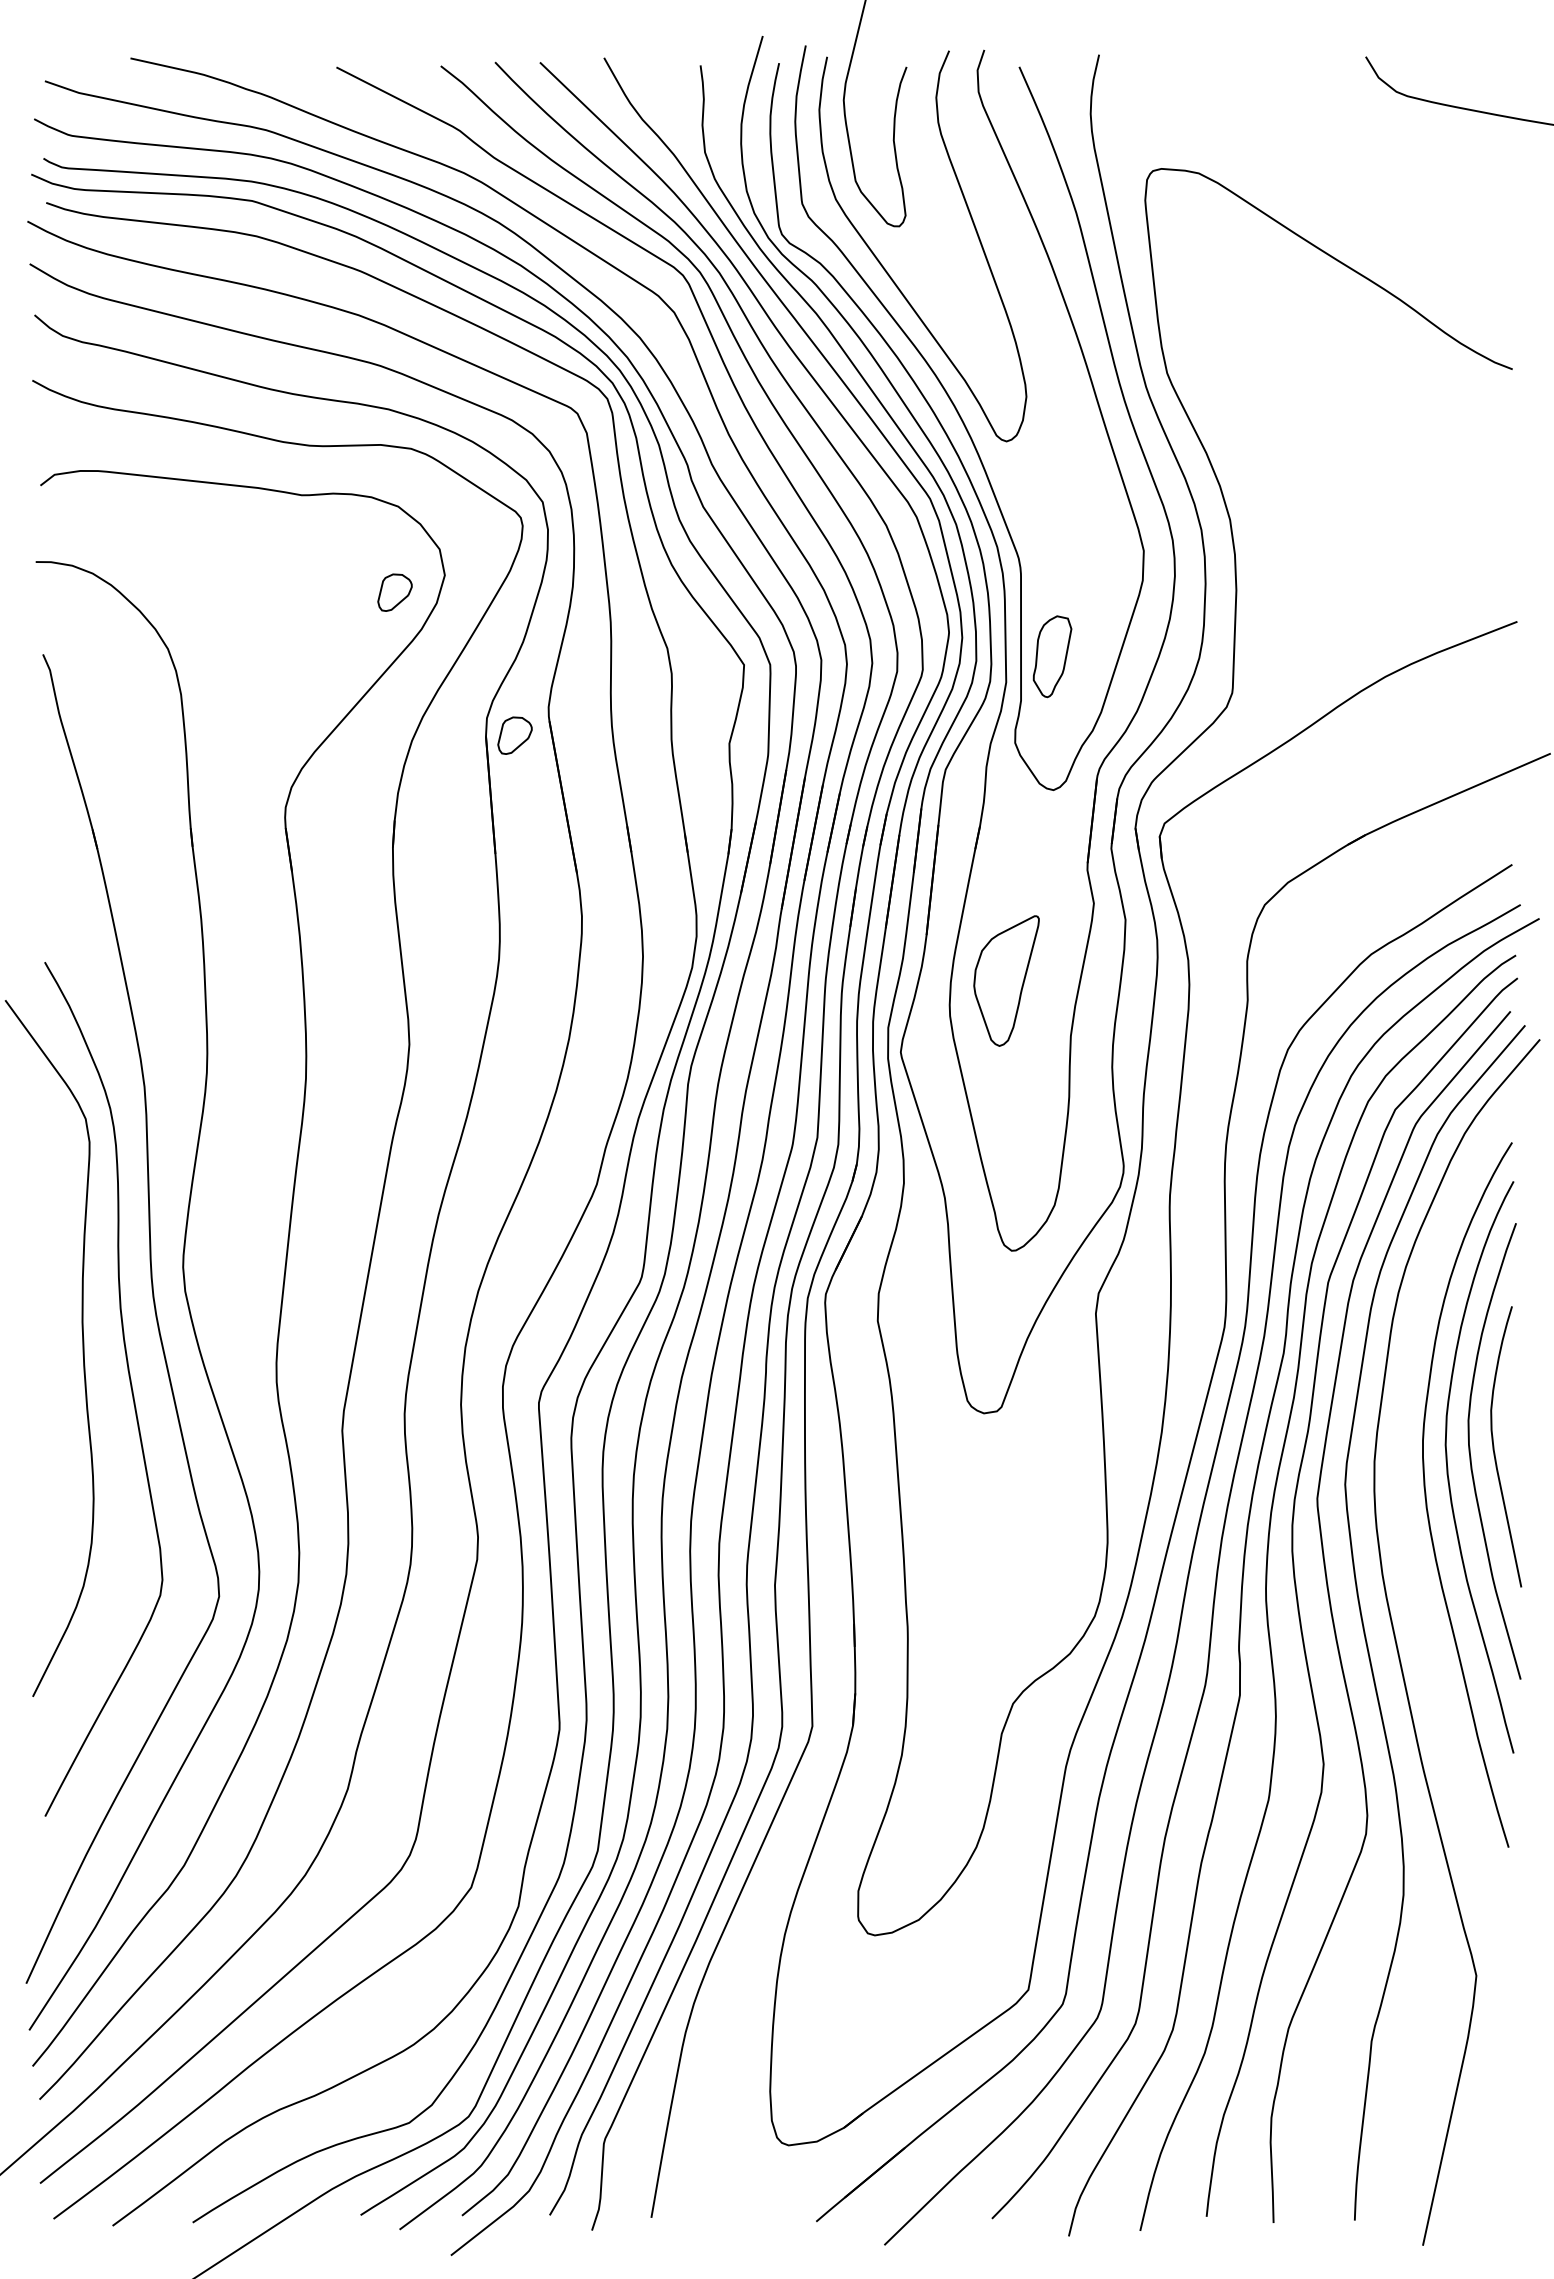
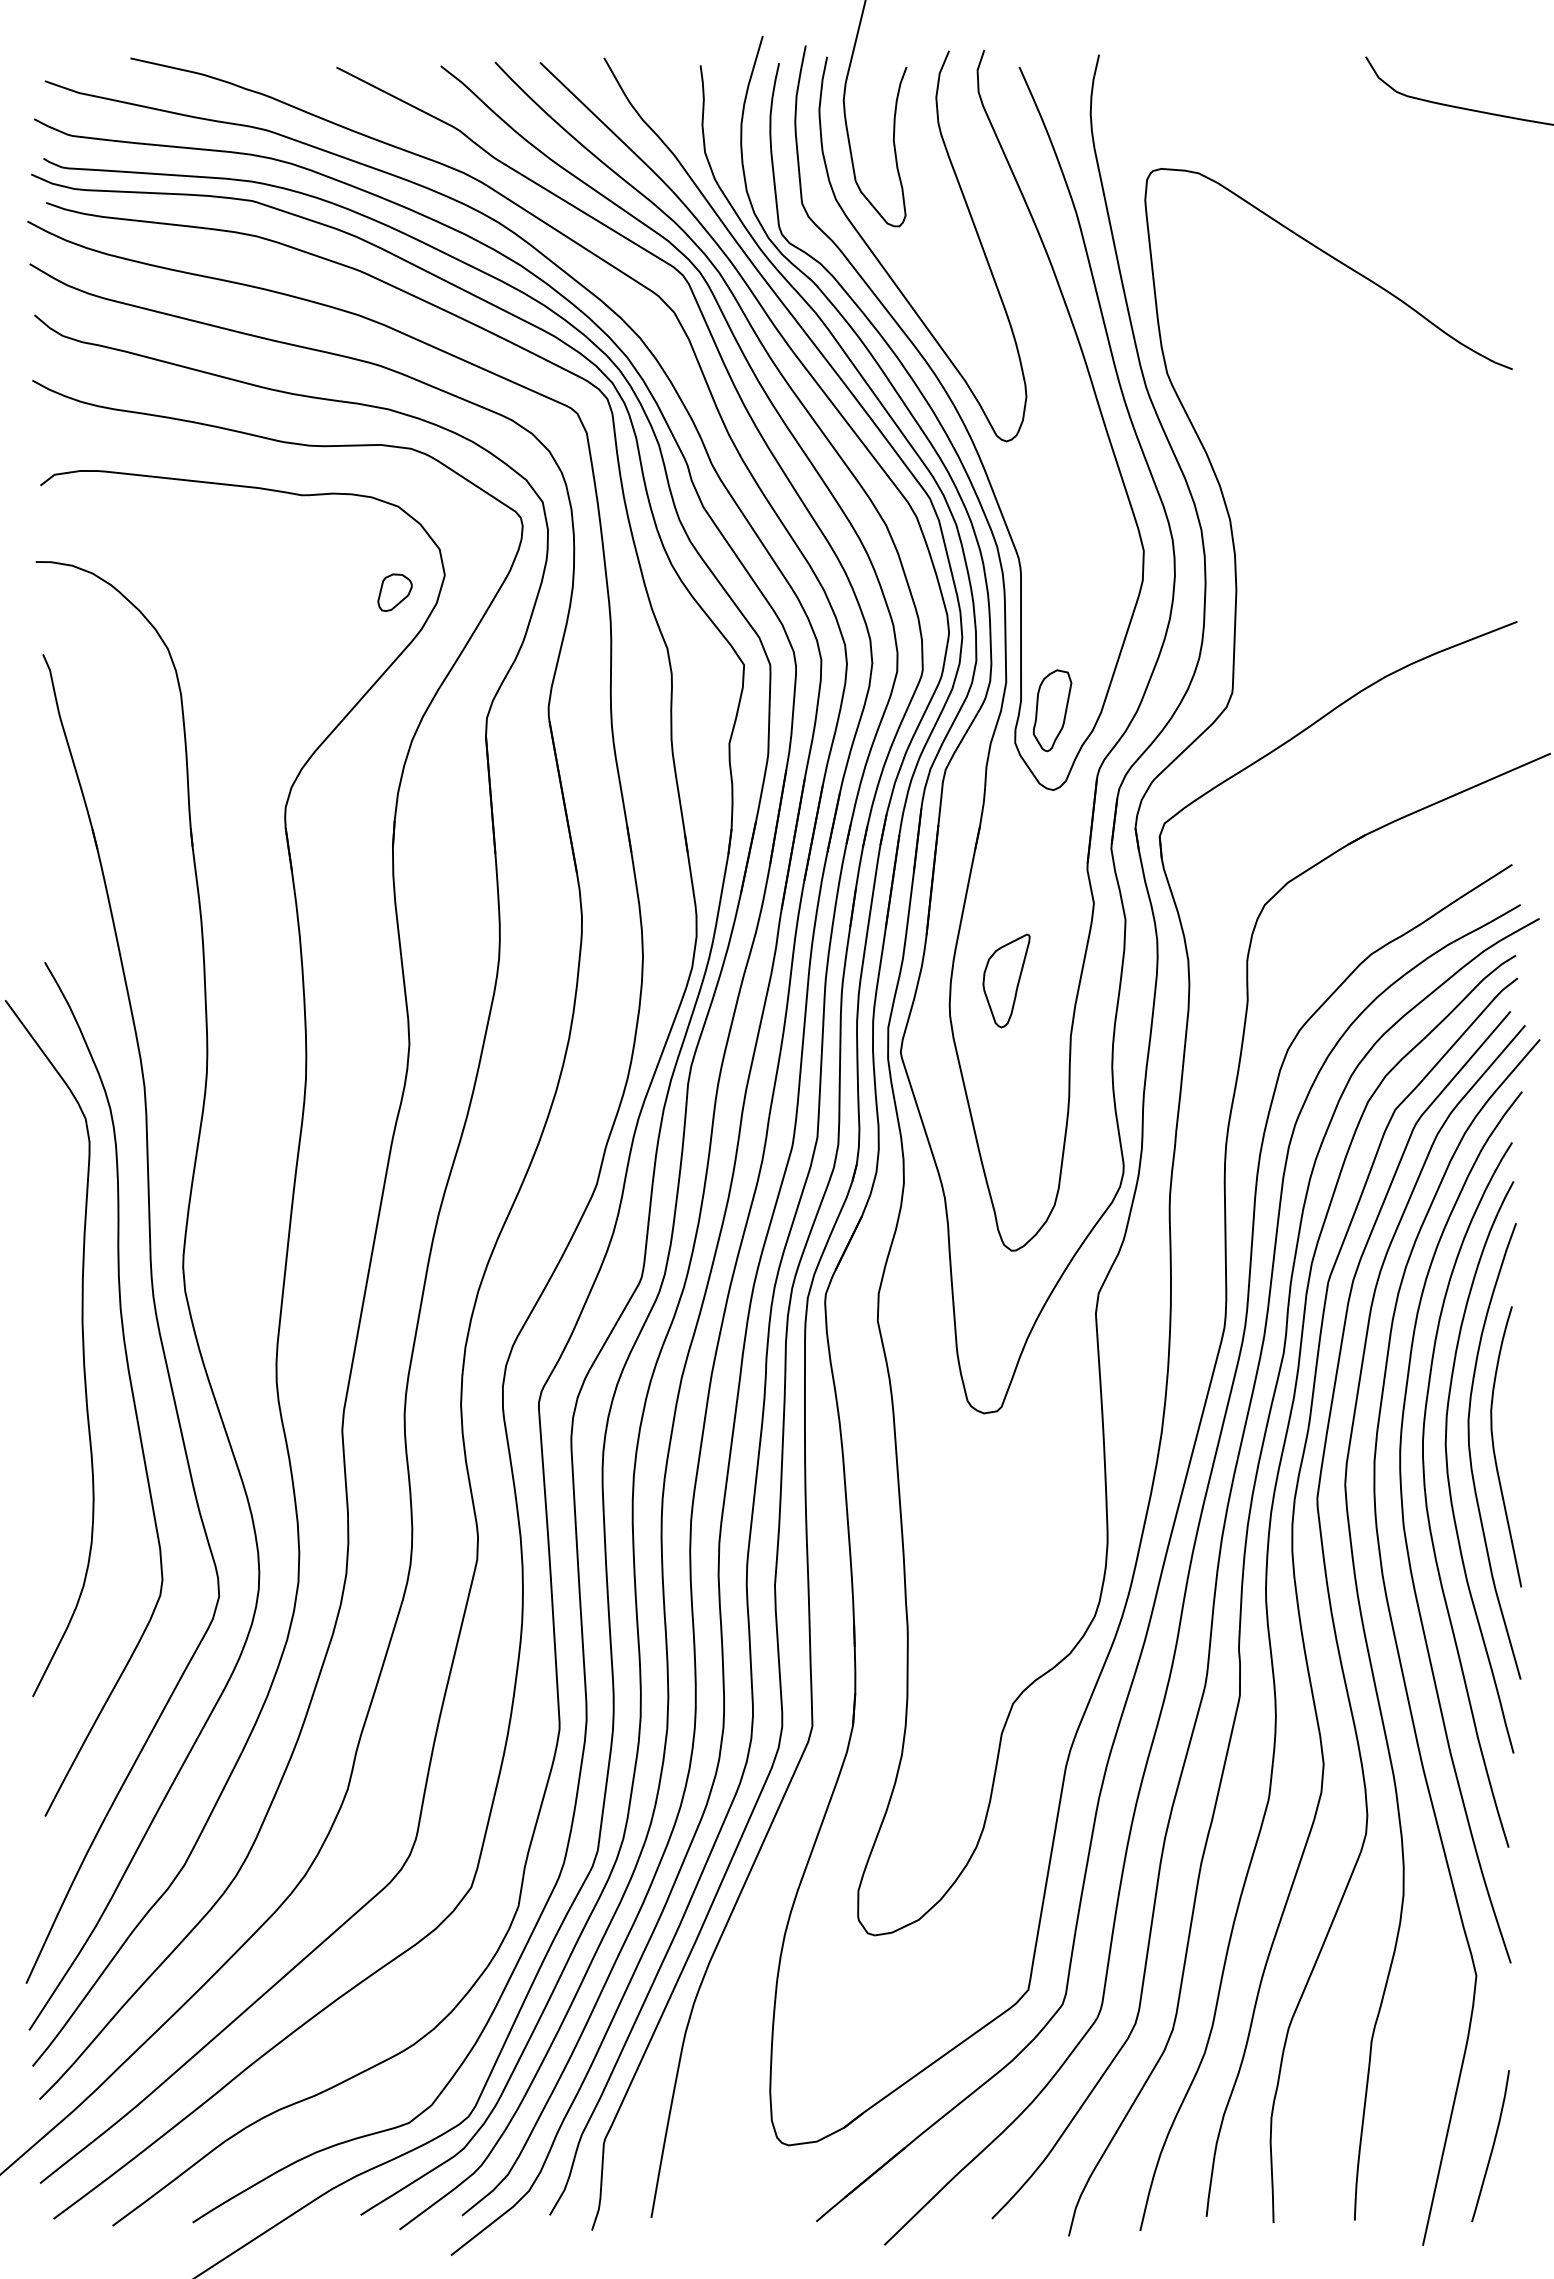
part at (1052, 656) position: (1052, 656) -> (1052, 710)
part at (514, 735): present -> none
part at (1006, 980) size: 67x132 px -> 49x96 px
curve at (1406, 1536): none -> present
curve at (1492, 2146): none -> present
